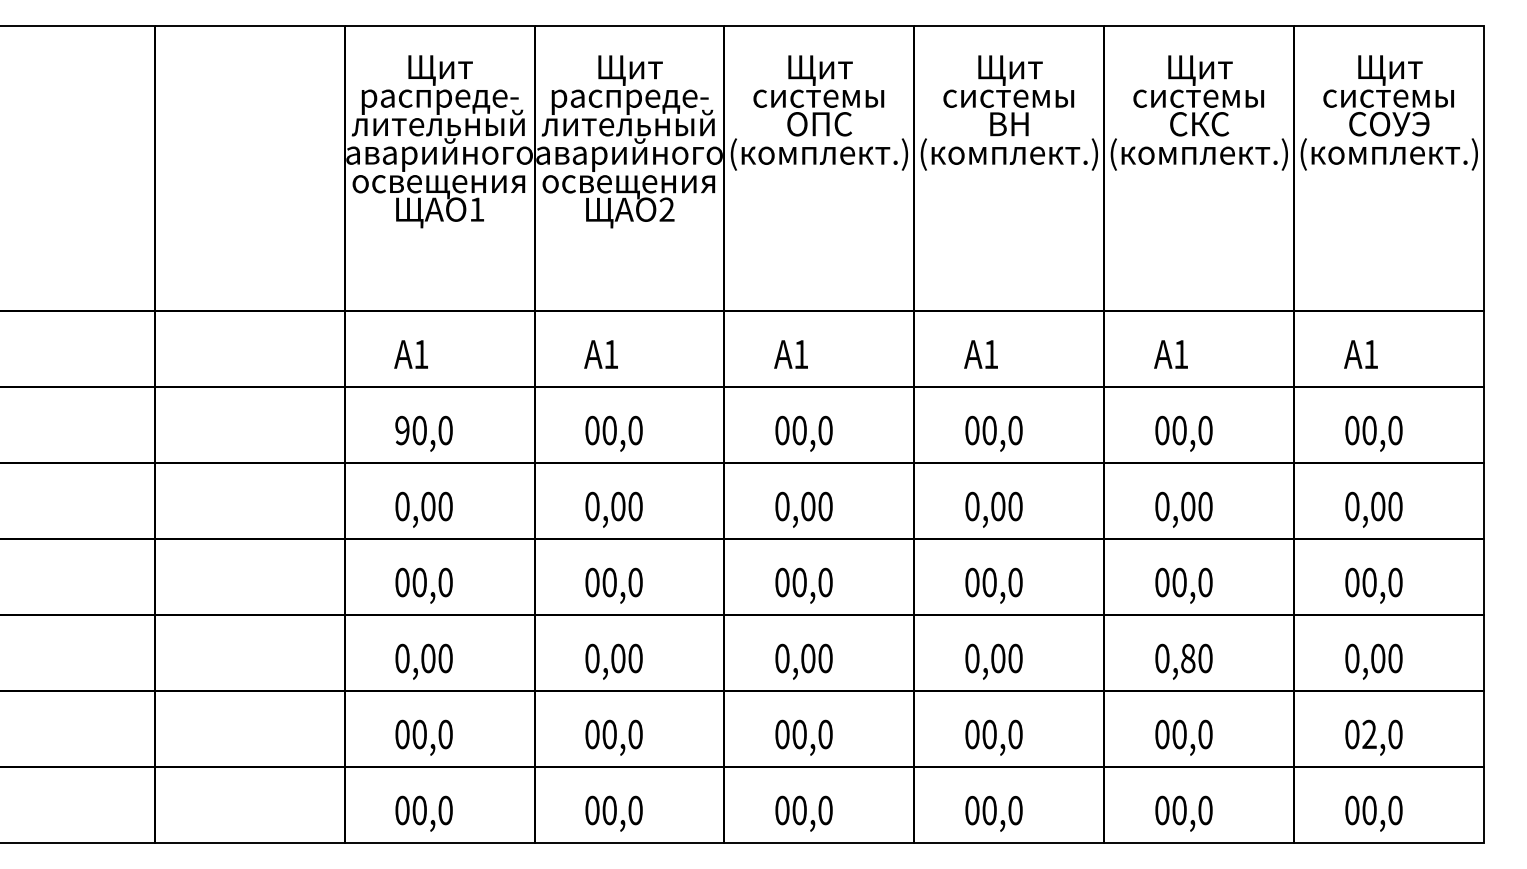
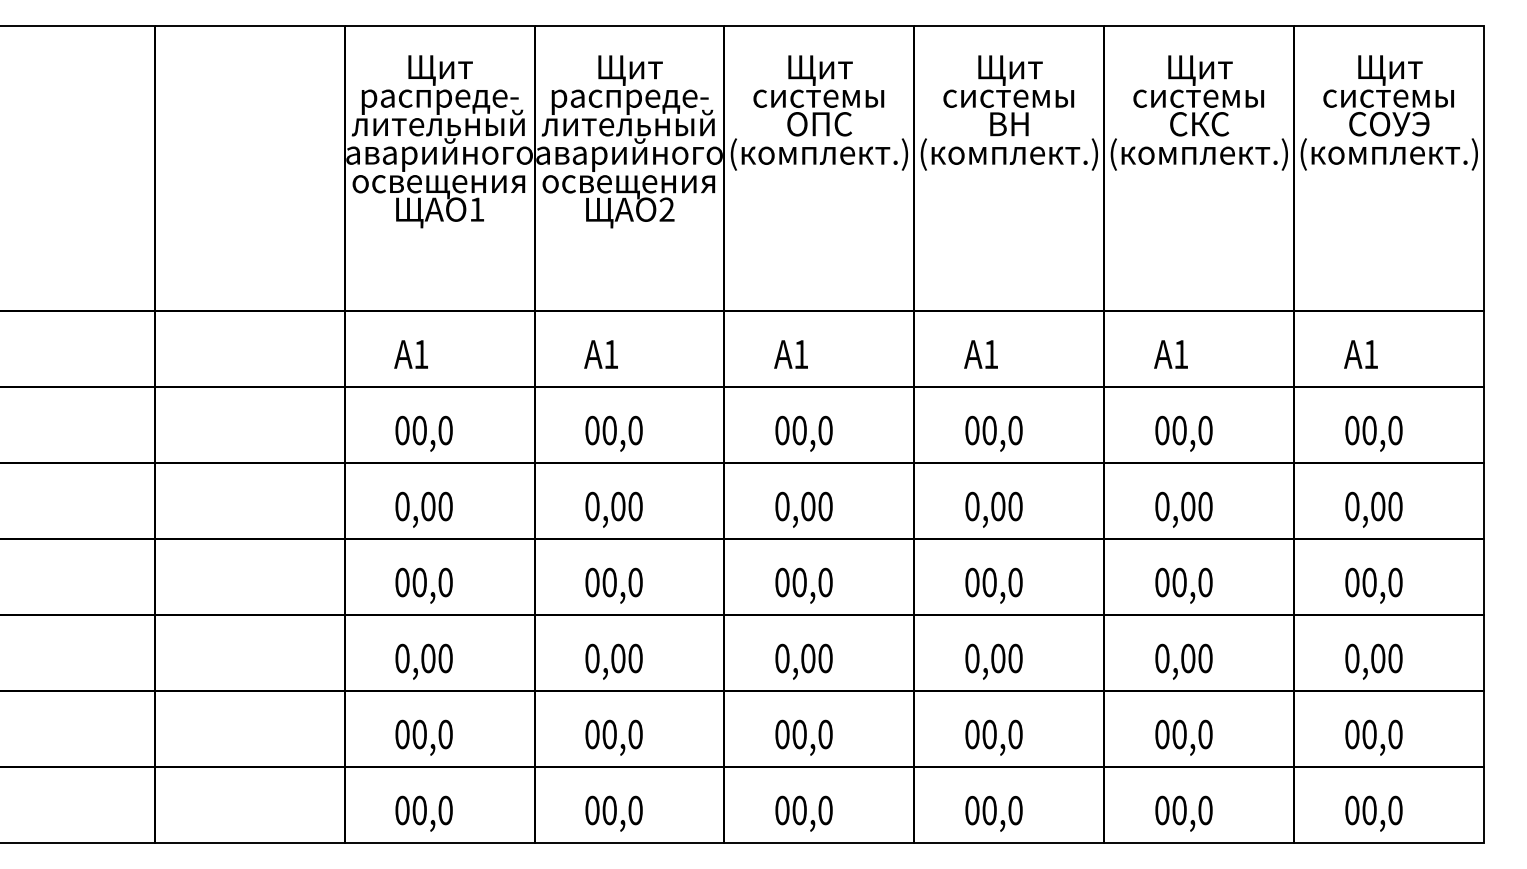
text at (402, 430): 90,0 -> 00,0
text at (1188, 658): 0,80 -> 0,00
text at (1369, 734): 02,0 -> 00,0
